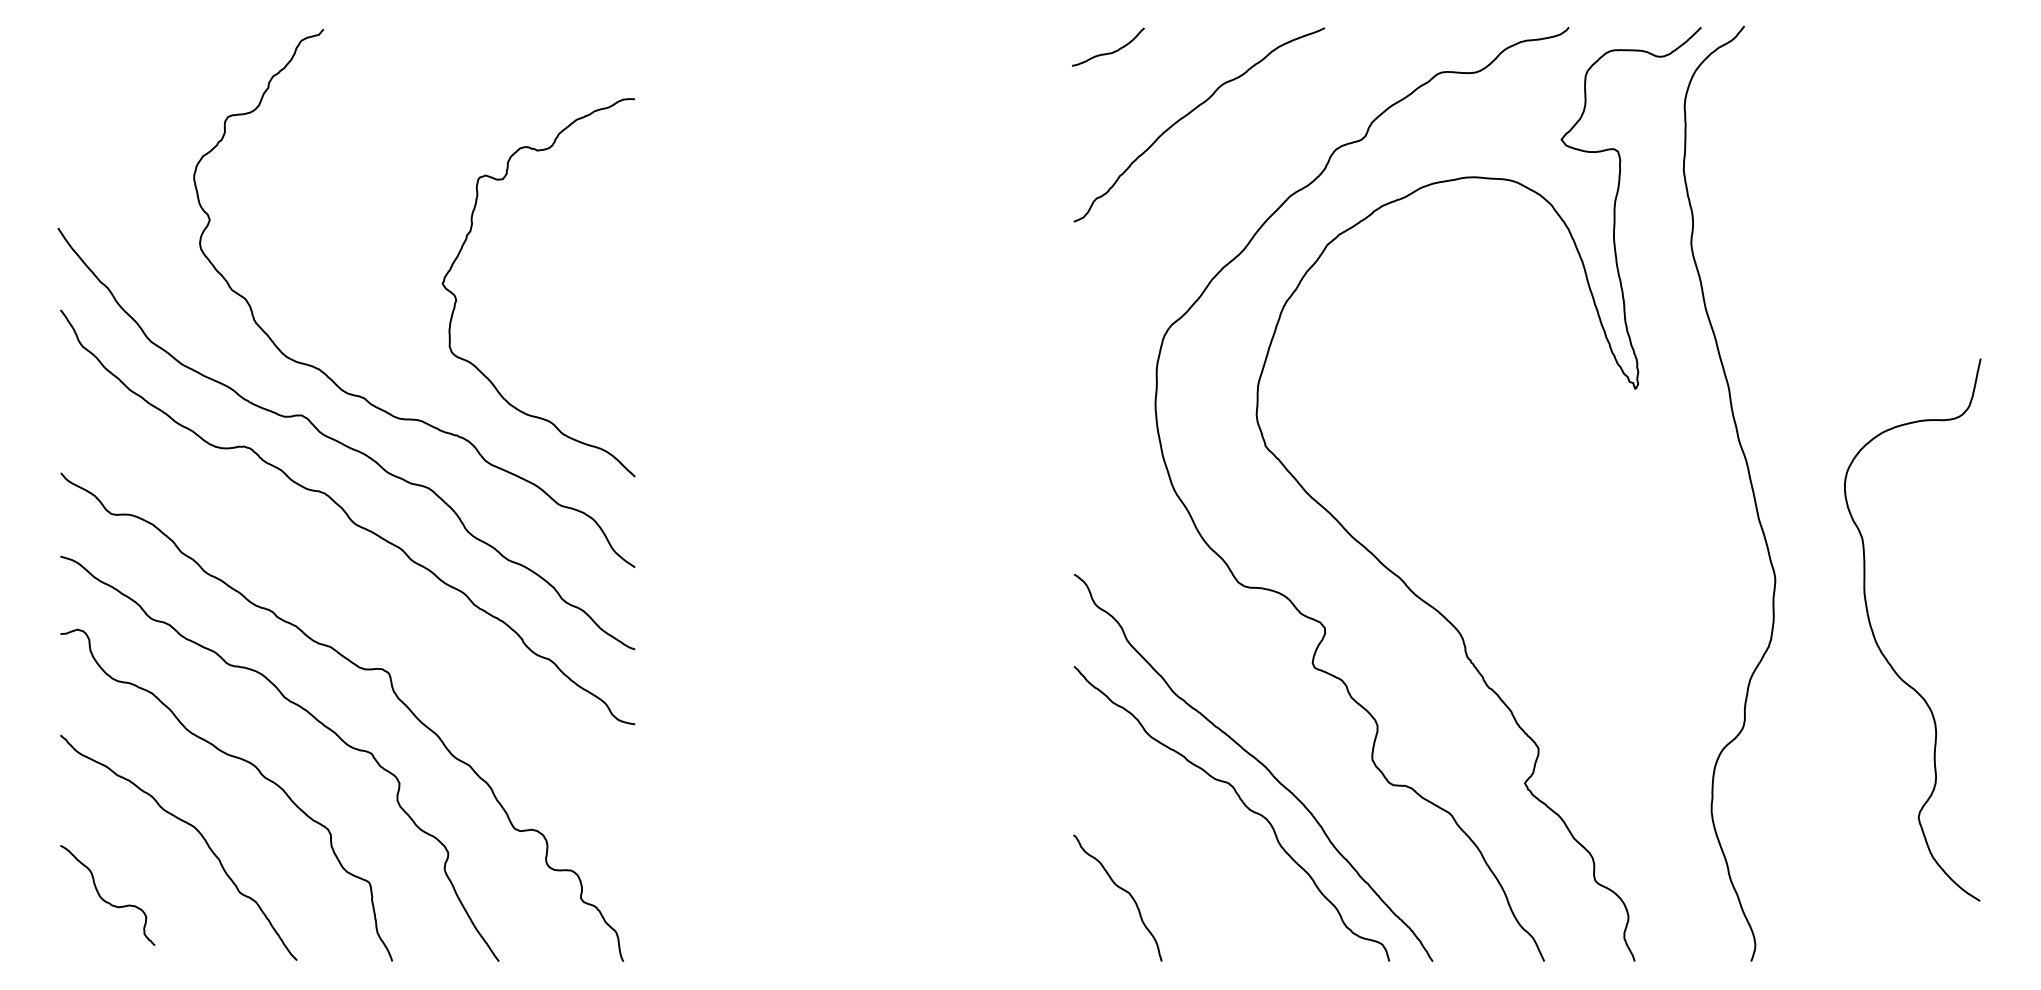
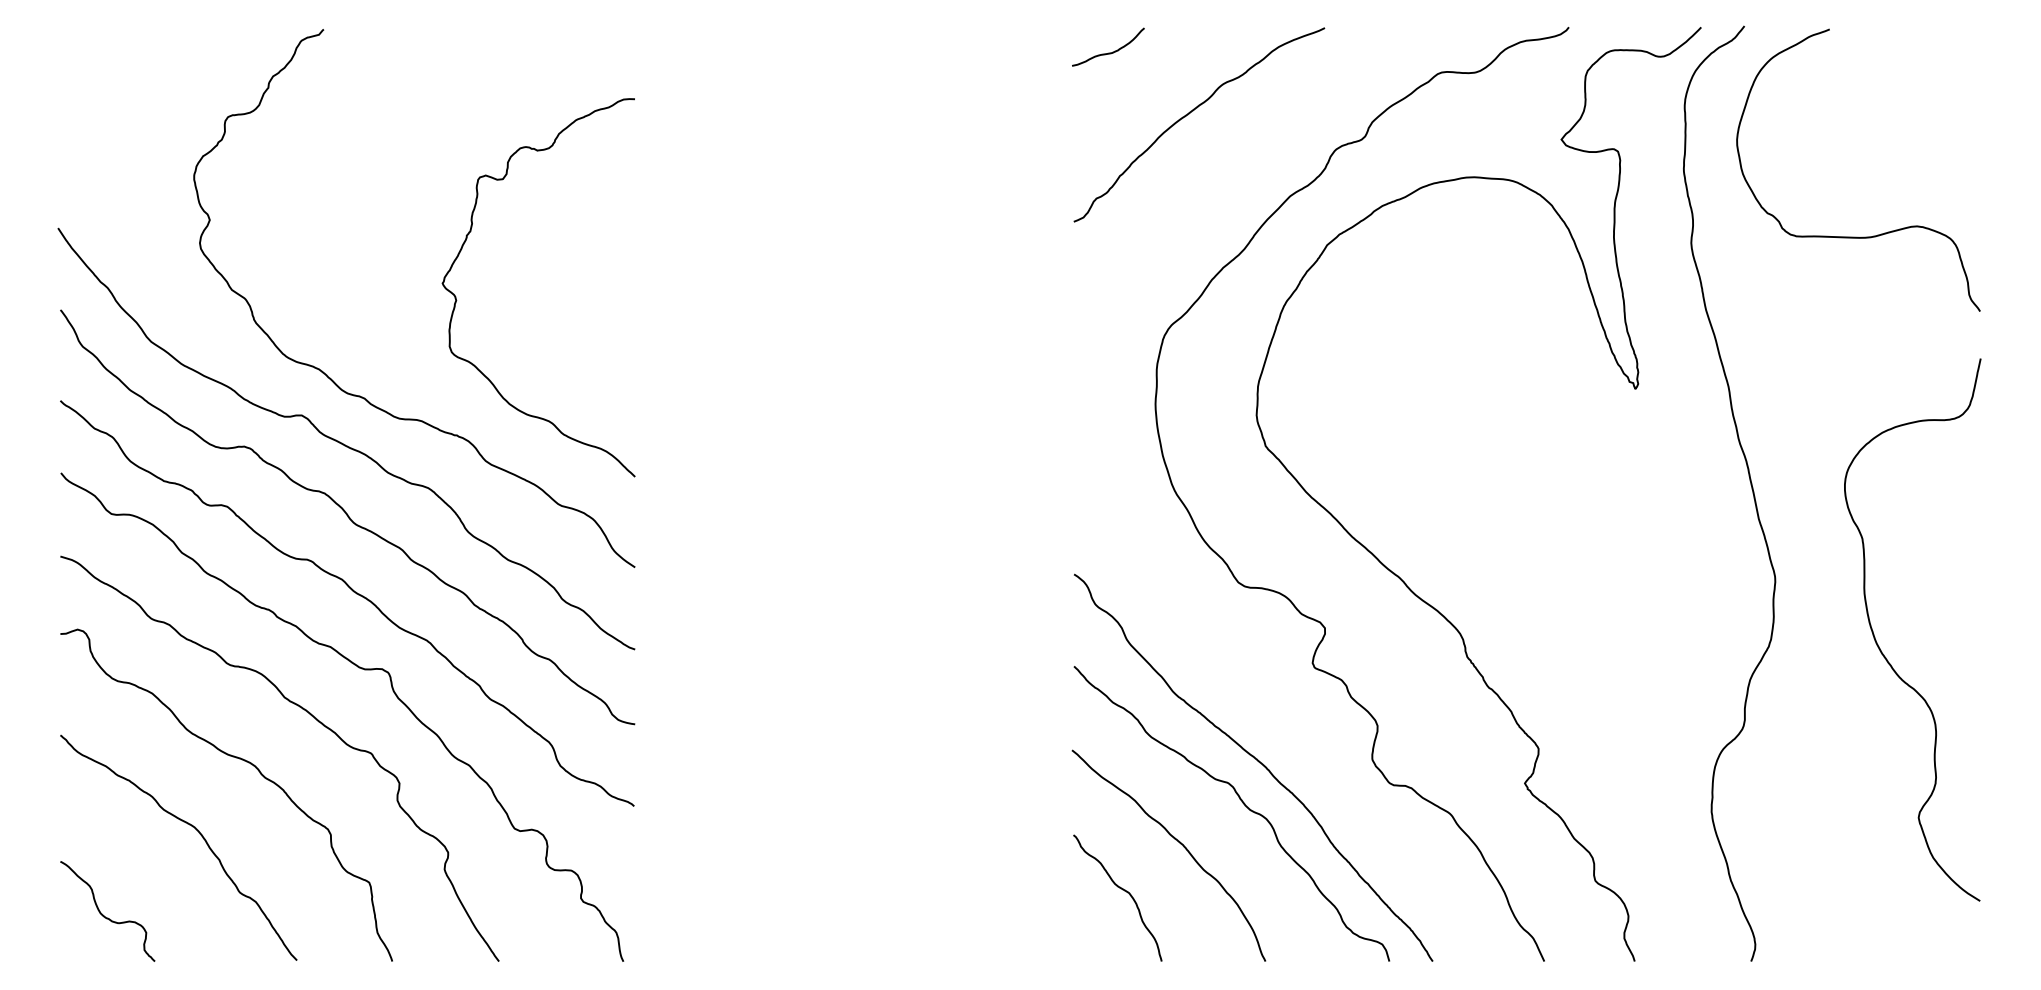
curve at (1857, 236): none -> present
curve at (353, 592): none -> present
curve at (1179, 843): none -> present
curve at (103, 898) position: (103, 898) -> (103, 914)
